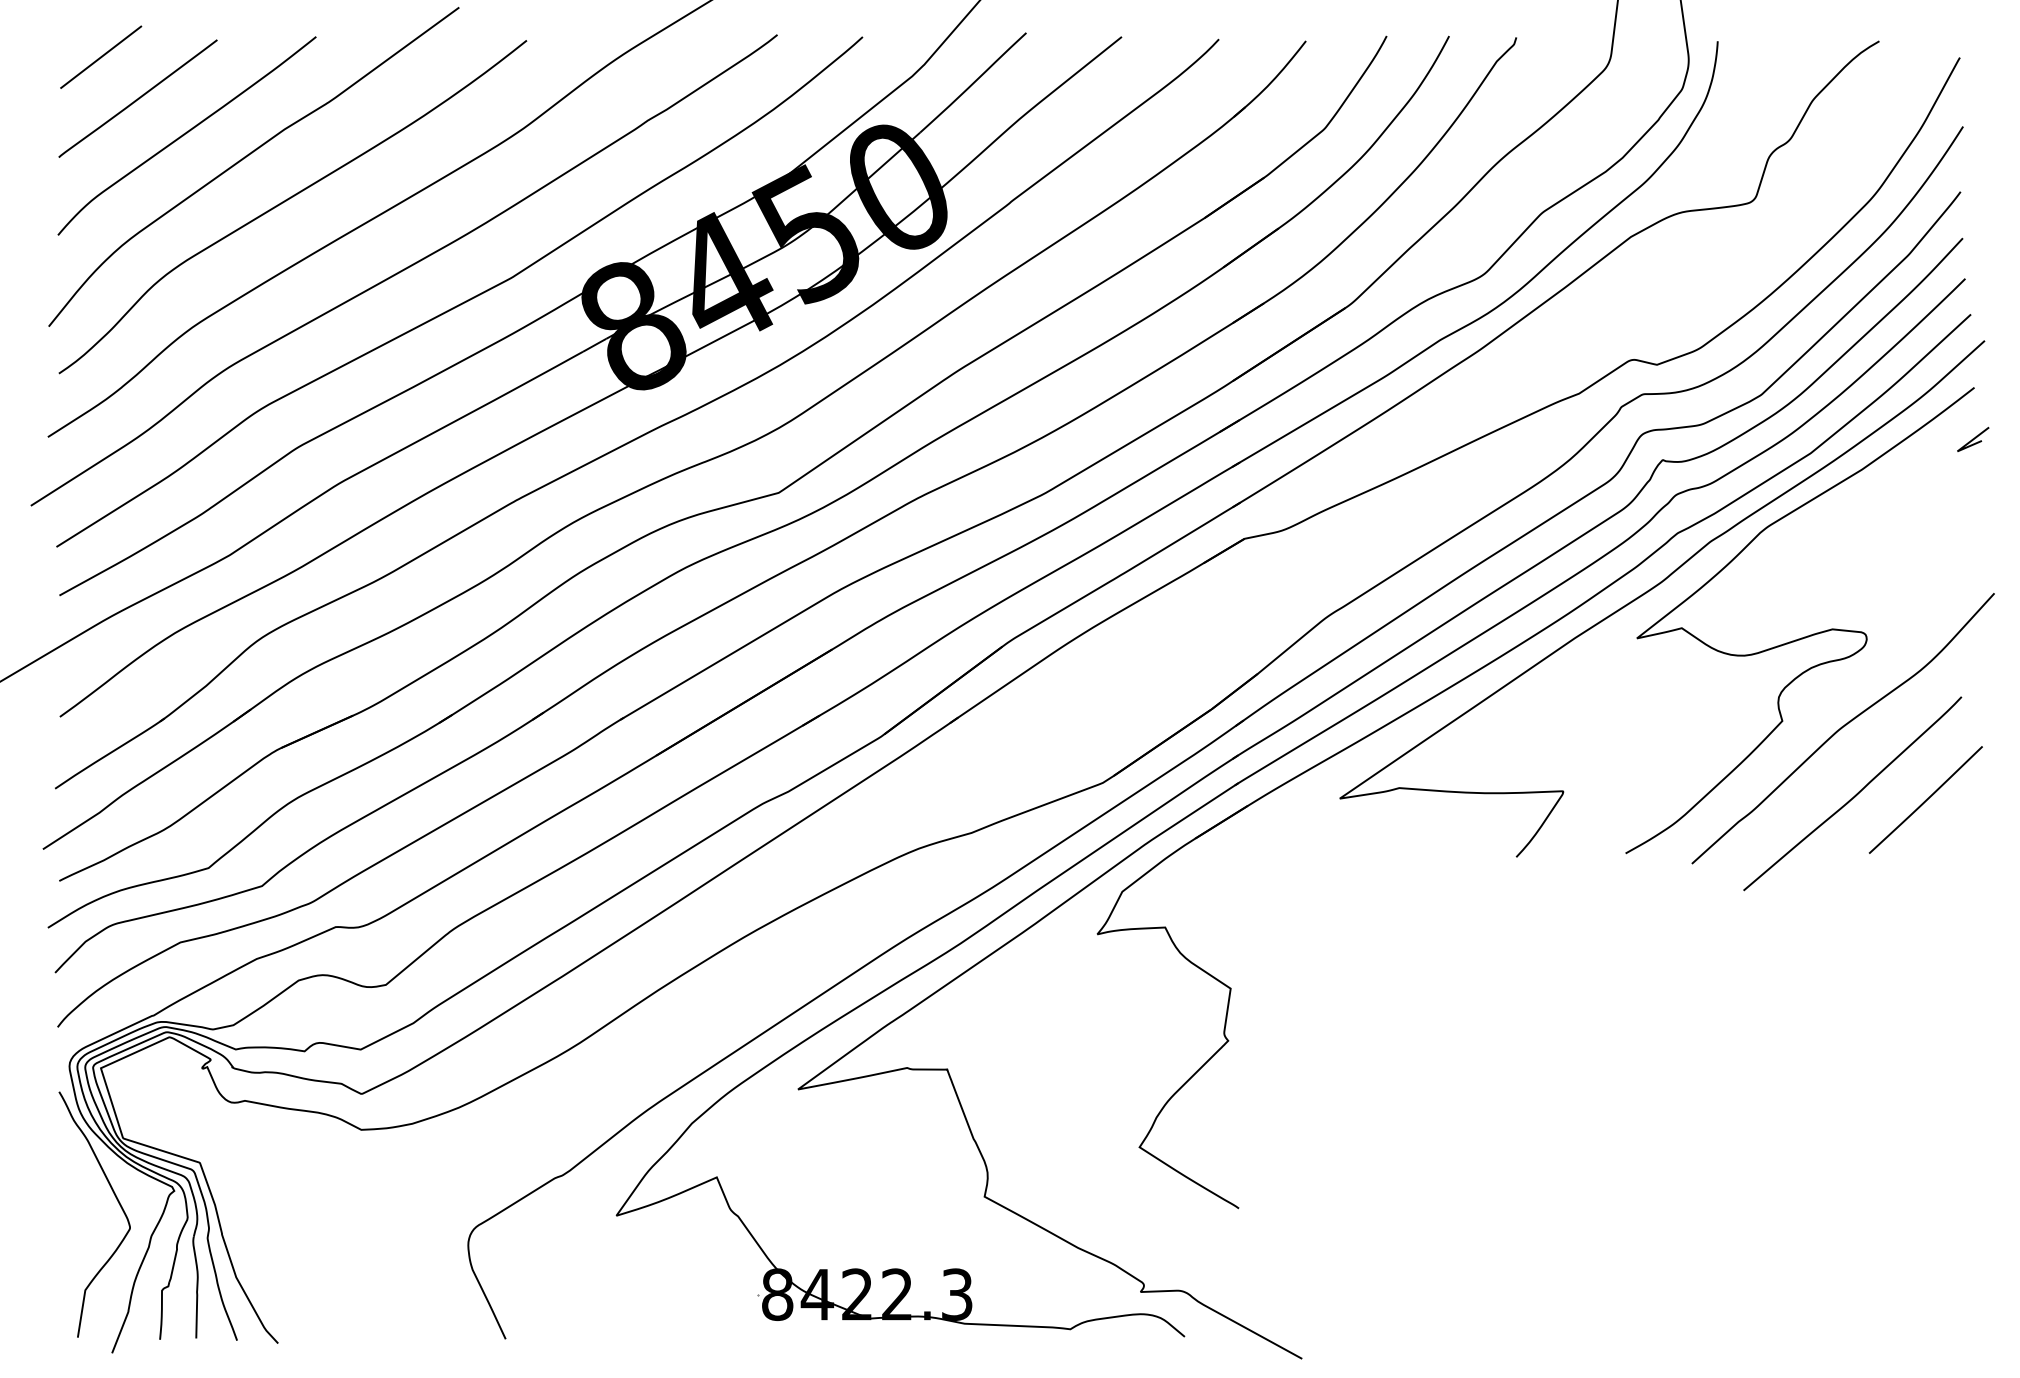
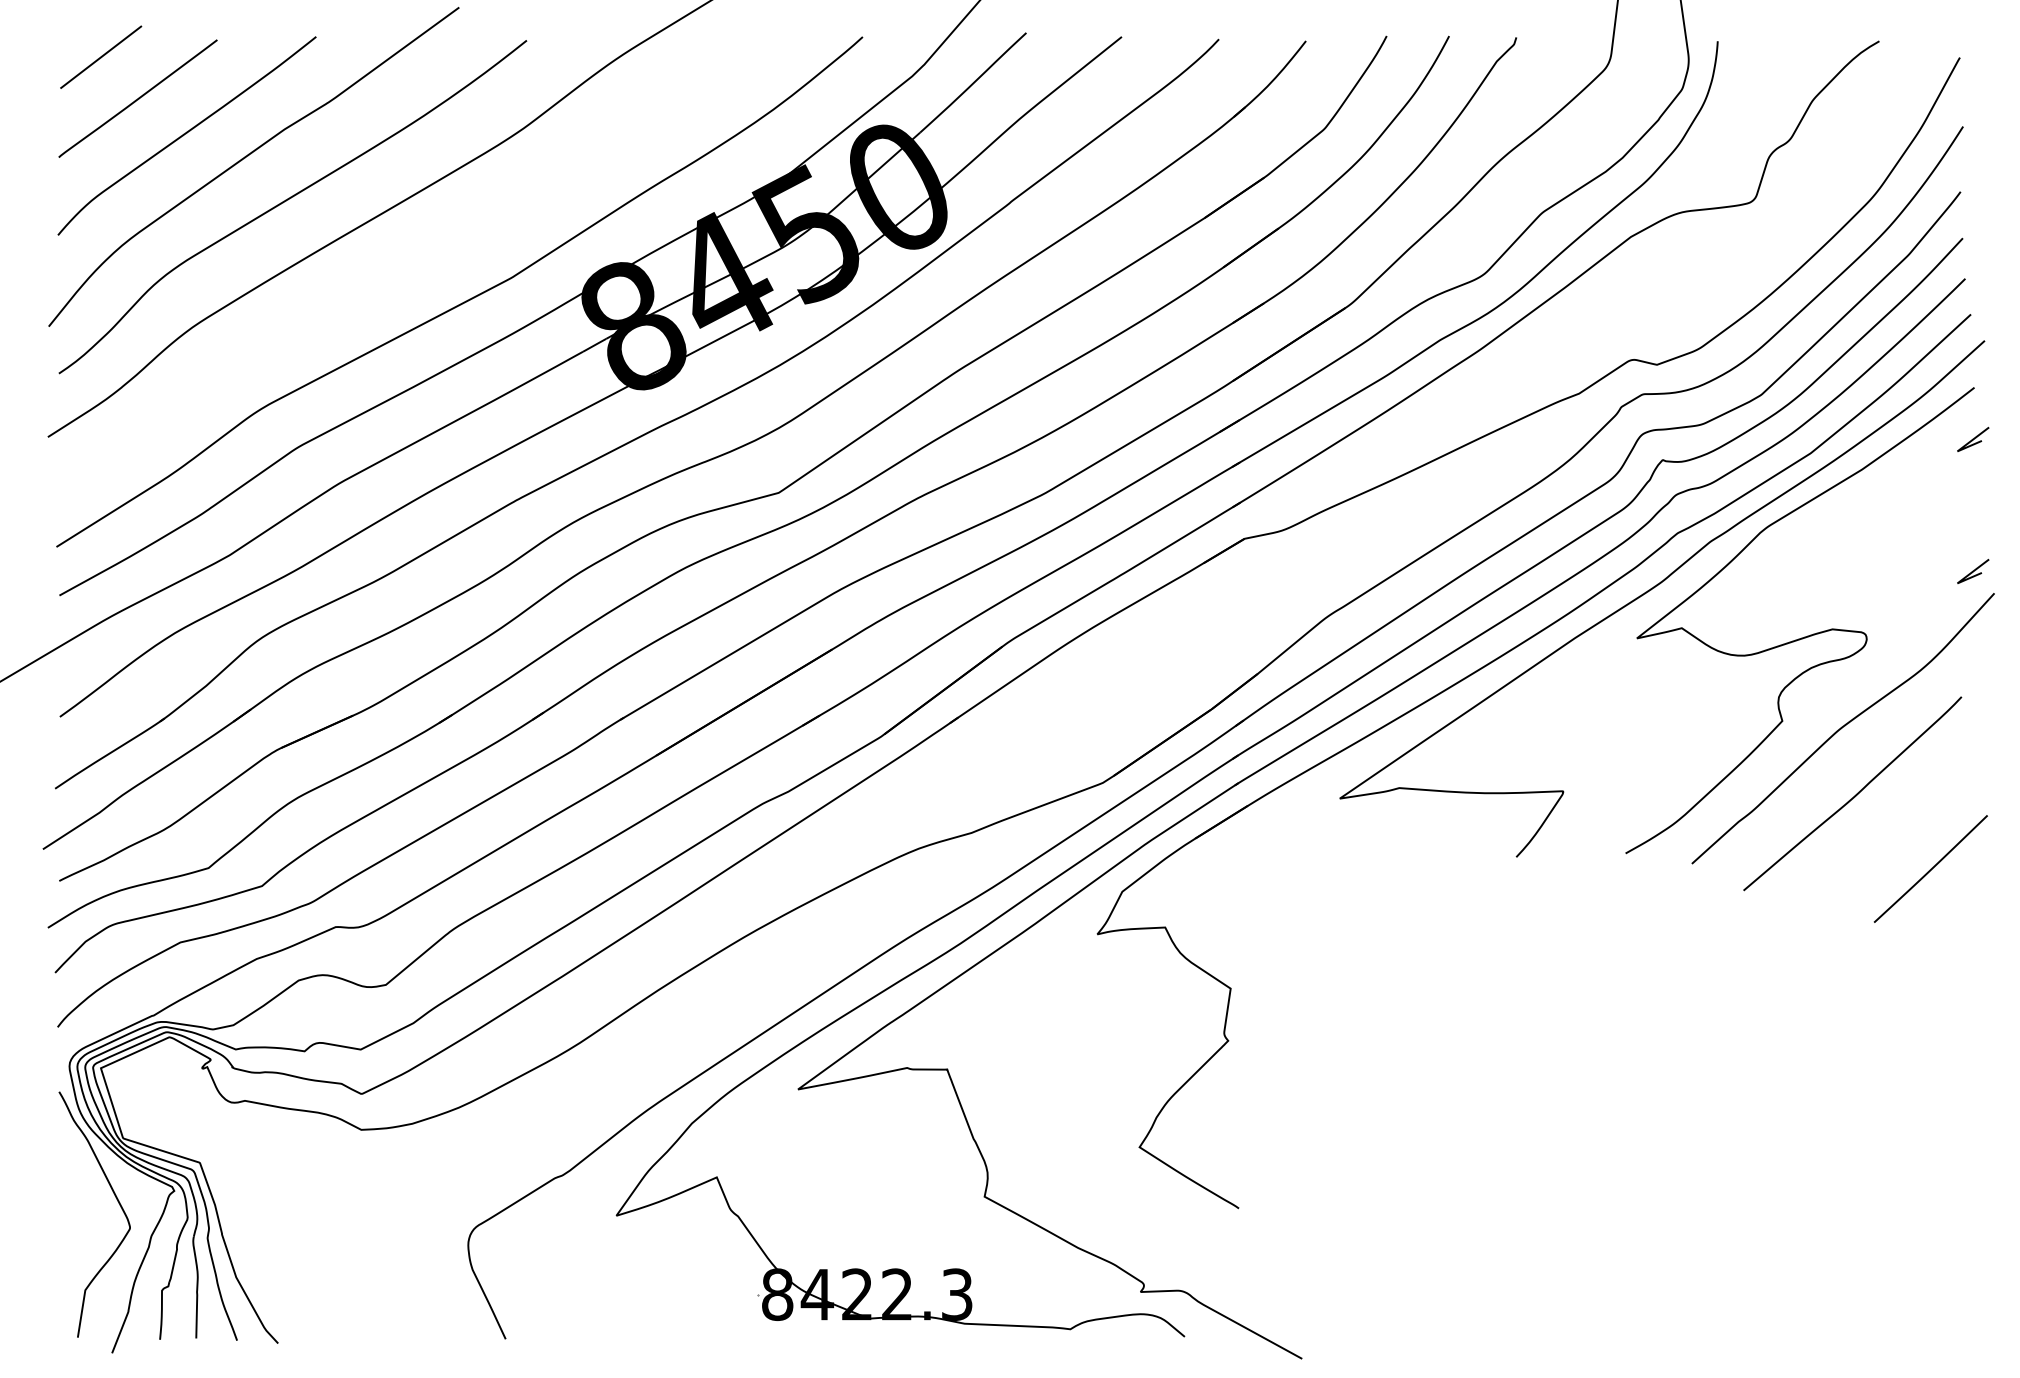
curve at (403, 270): present -> none
line at (1973, 570): none -> present
line at (1925, 799) position: (1925, 799) -> (1930, 868)
